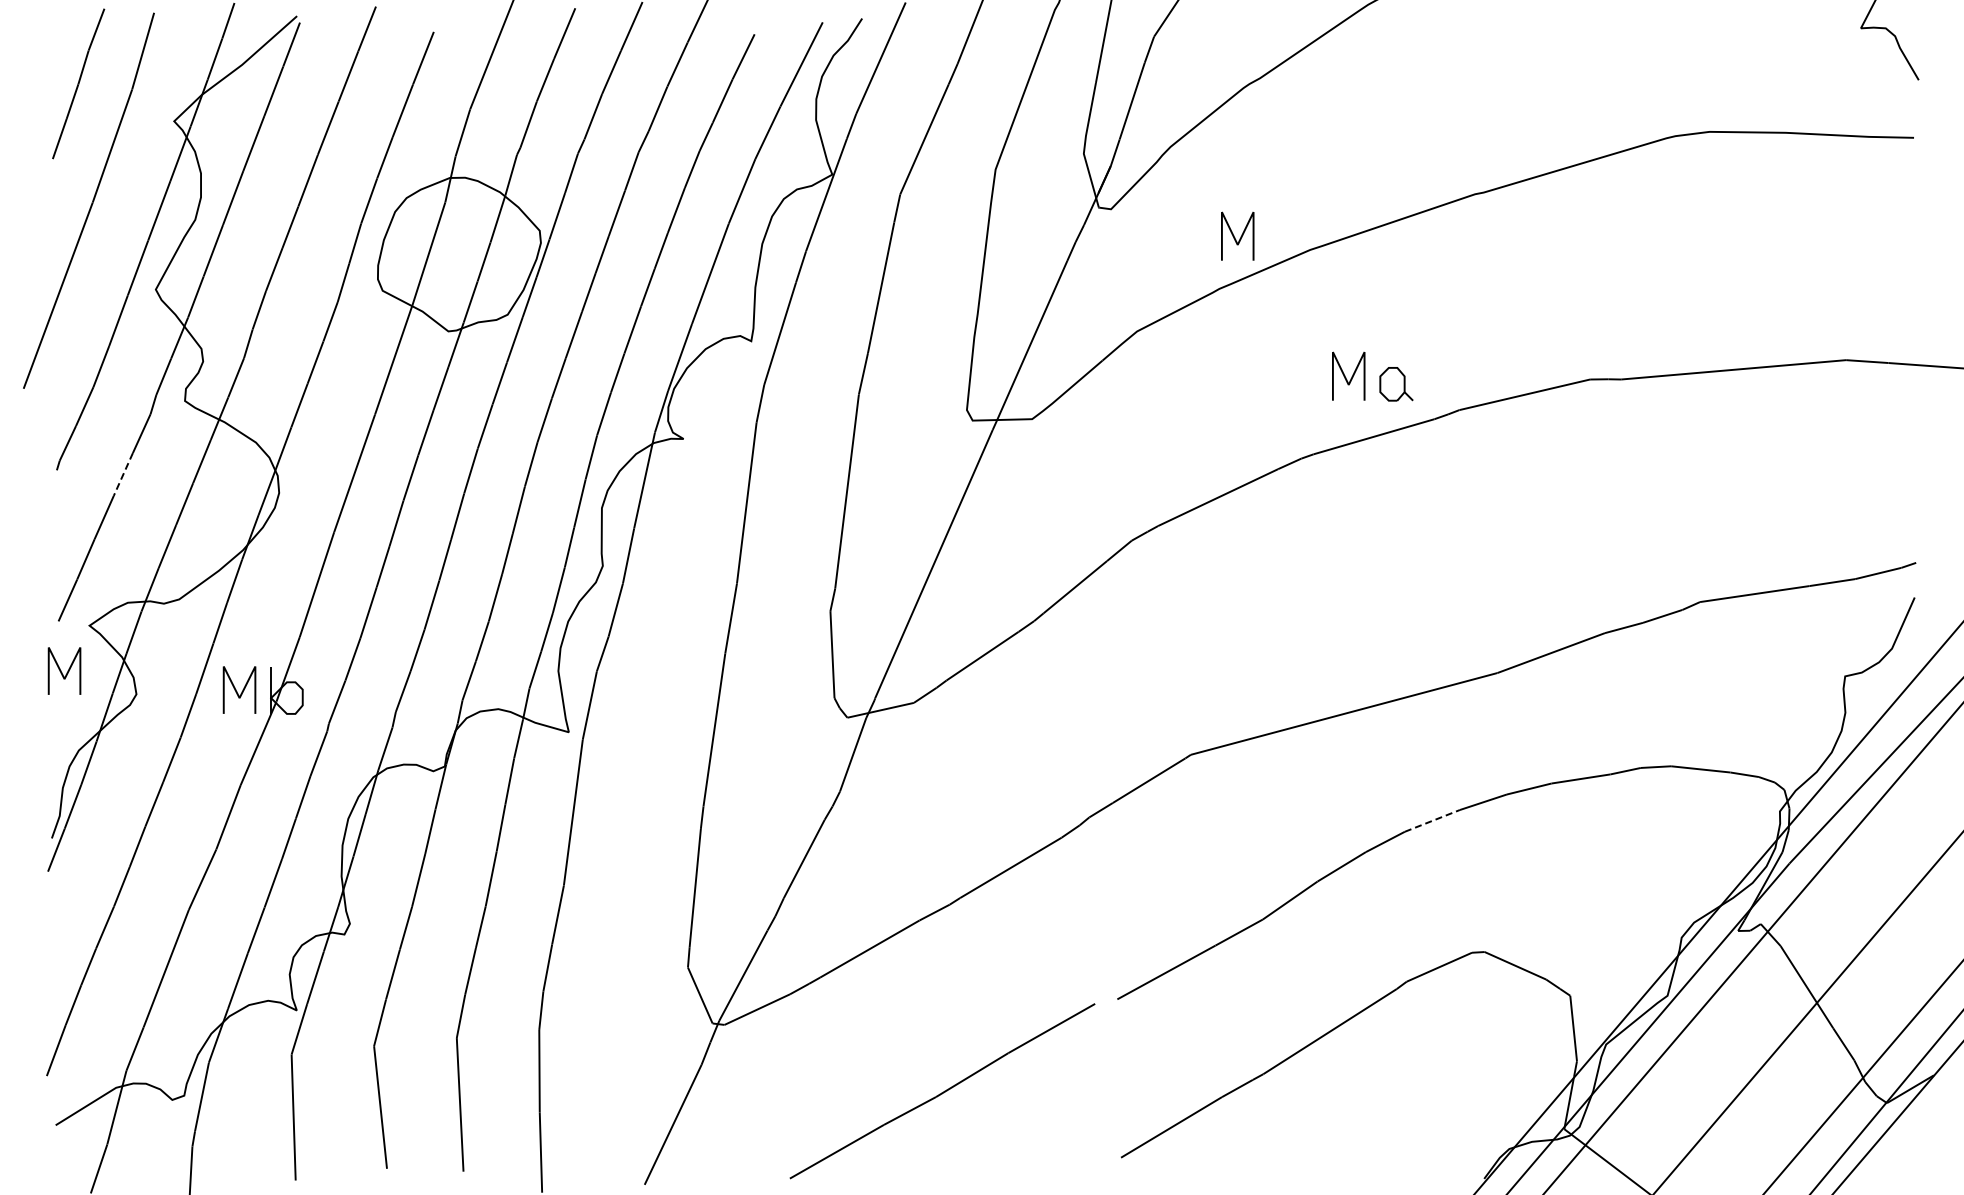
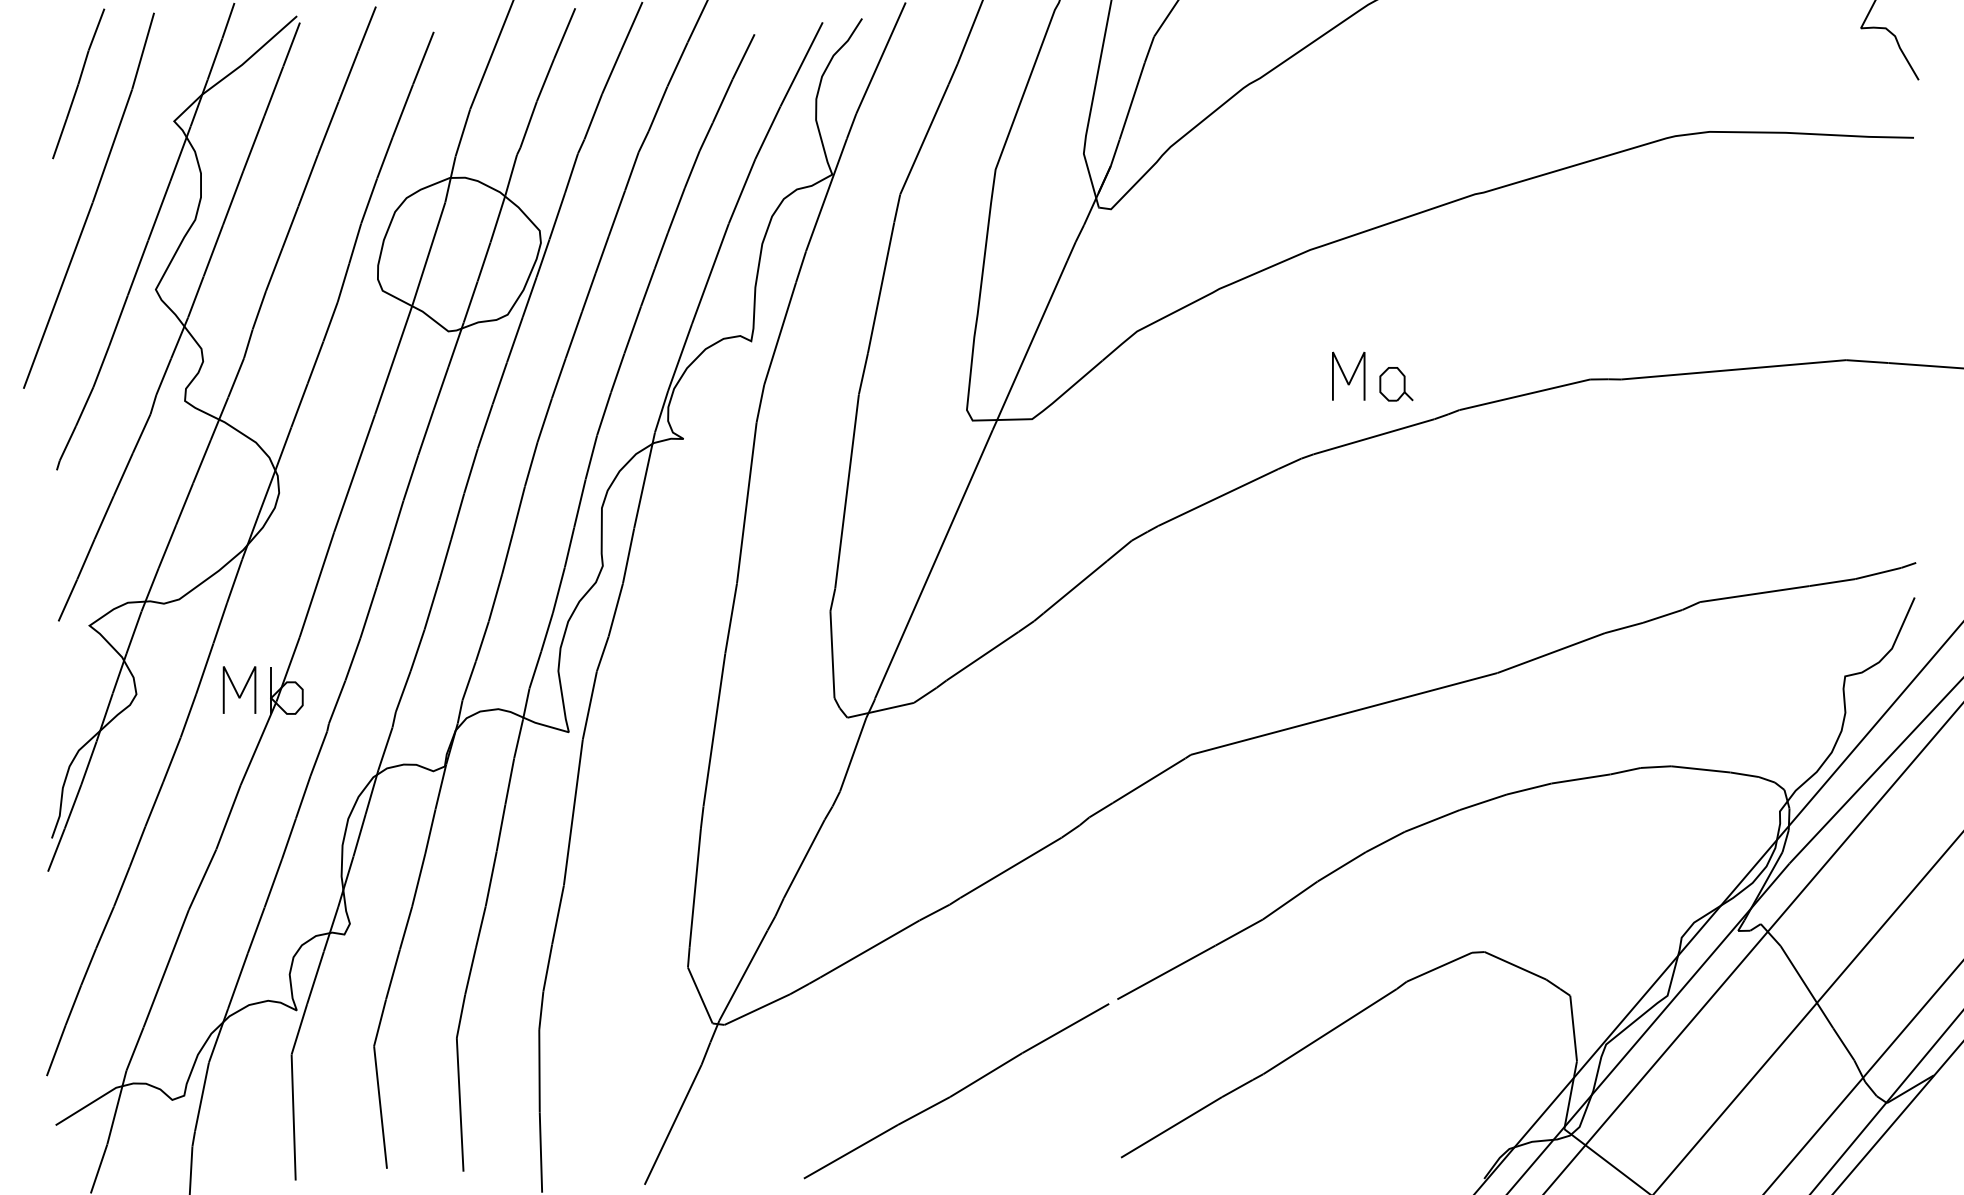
line at (1235, 237): present -> none
line at (123, 474): dashed -> solid
line at (62, 672): present -> none
line at (1432, 820): dashed -> solid
part at (942, 1091) position: (942, 1091) -> (956, 1091)
